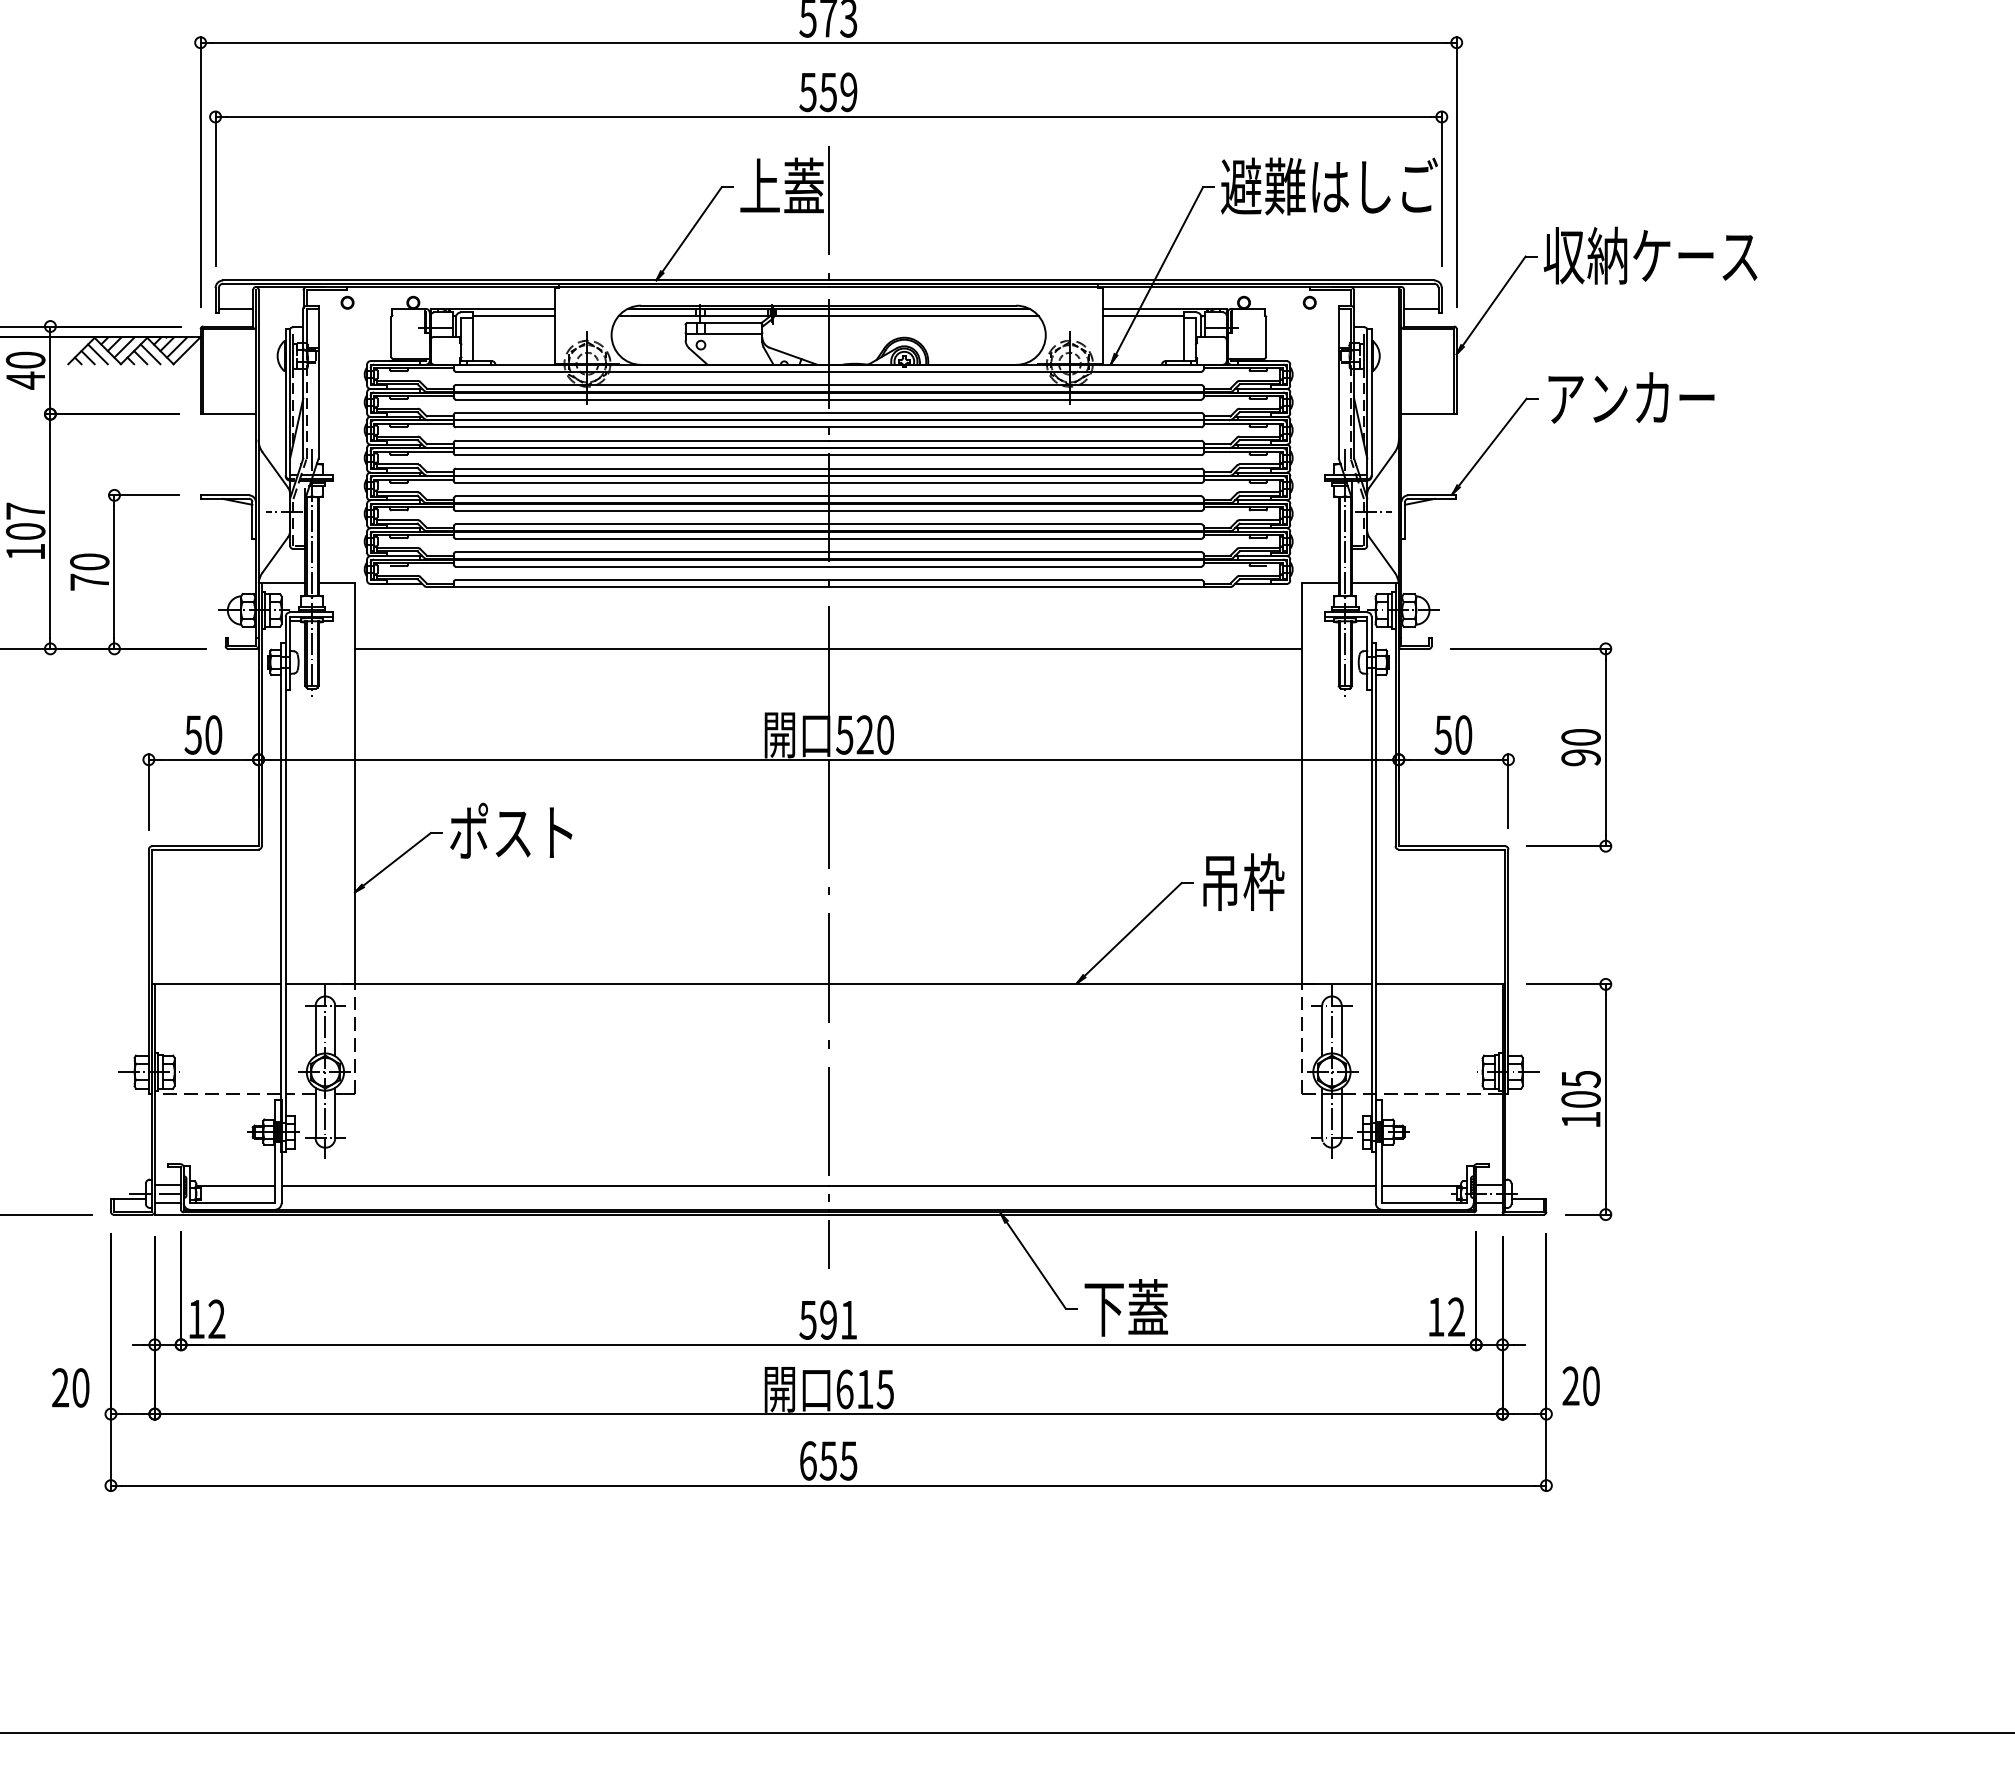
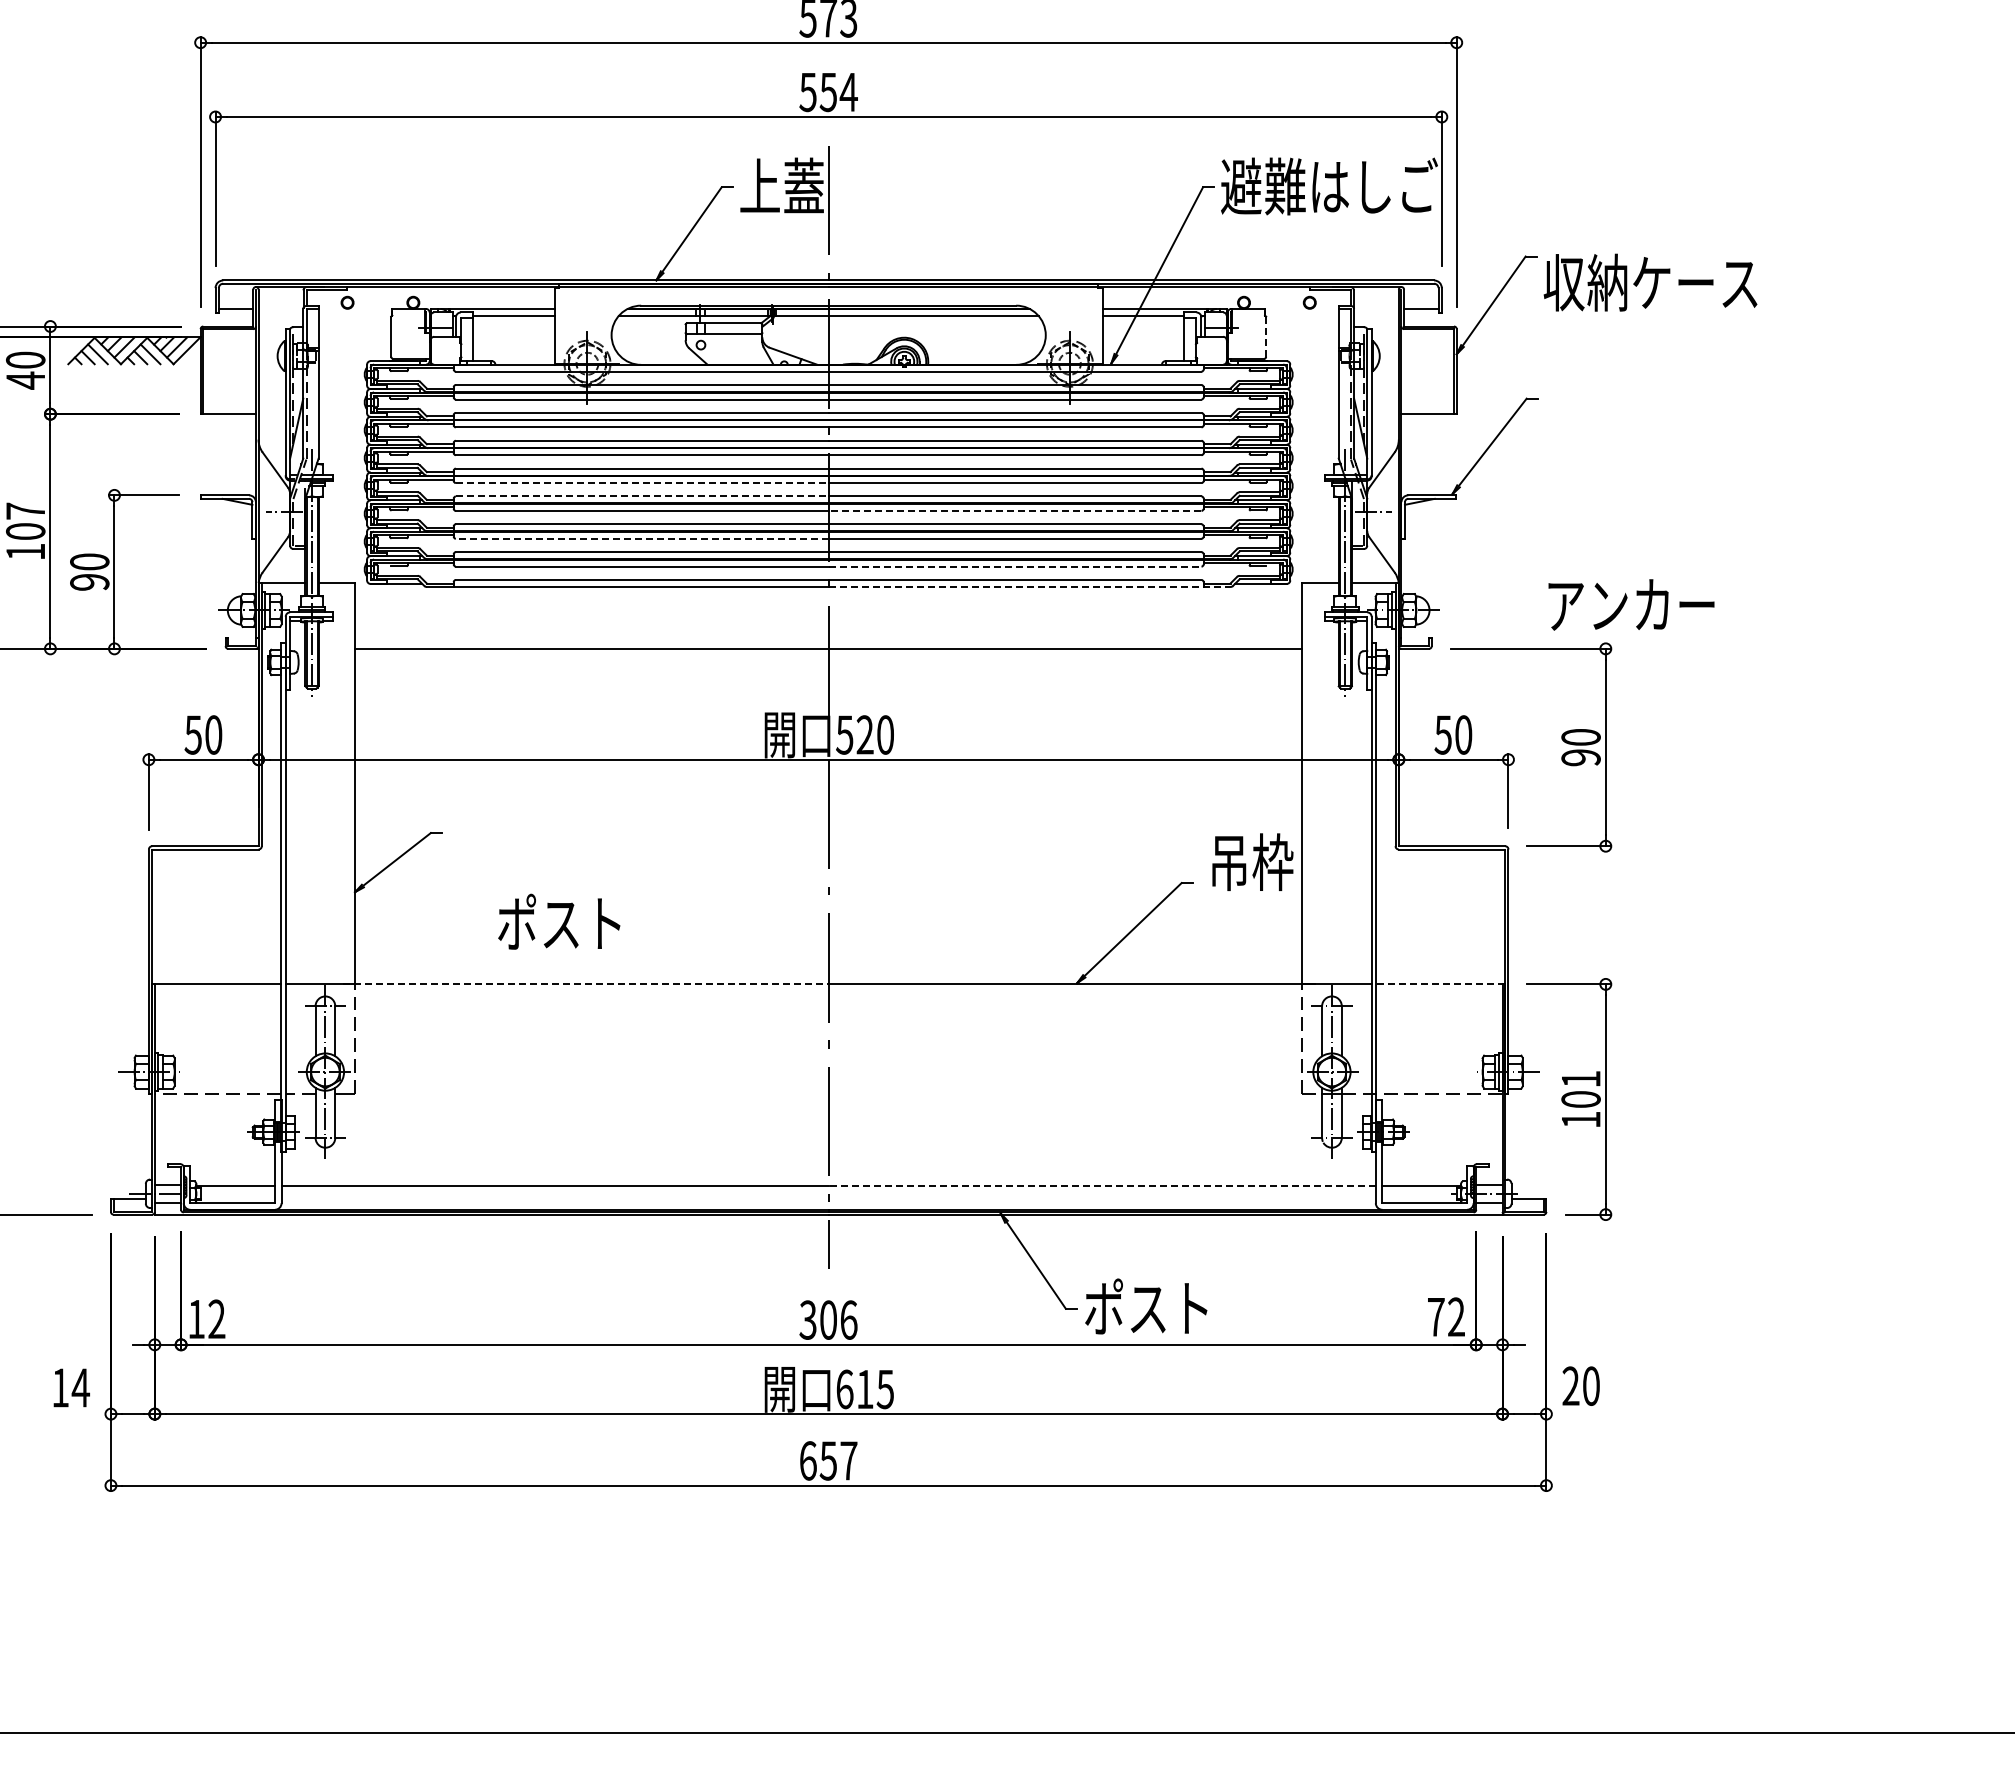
text at (848, 92): 559 -> 554
text at (1650, 255) position: (1650, 255) -> (1650, 282)
line at (1266, 337): solid -> dashed
text at (1631, 397) position: (1631, 397) -> (1631, 604)
line at (642, 483): solid -> dashed
line at (642, 496): solid -> dashed
line at (1014, 510): solid -> dashed
line at (641, 538): solid -> dashed
line at (1015, 566): solid -> dashed
text at (89, 581): 70 -> 90
line at (1029, 587): solid -> dashed
text at (511, 830) position: (511, 830) -> (559, 921)
text at (1243, 881) position: (1243, 881) -> (1252, 861)
line at (585, 984): solid -> dashed
line at (1440, 984): solid -> dashed
text at (1581, 1079): 105 -> 101
line at (1102, 1186): solid -> dashed
text at (1145, 1307): 下蓋 -> ポスト
text at (1436, 1317): 12 -> 72
text at (828, 1319): 591 -> 306
text at (71, 1387): 20 -> 14
text at (848, 1460): 655 -> 657
